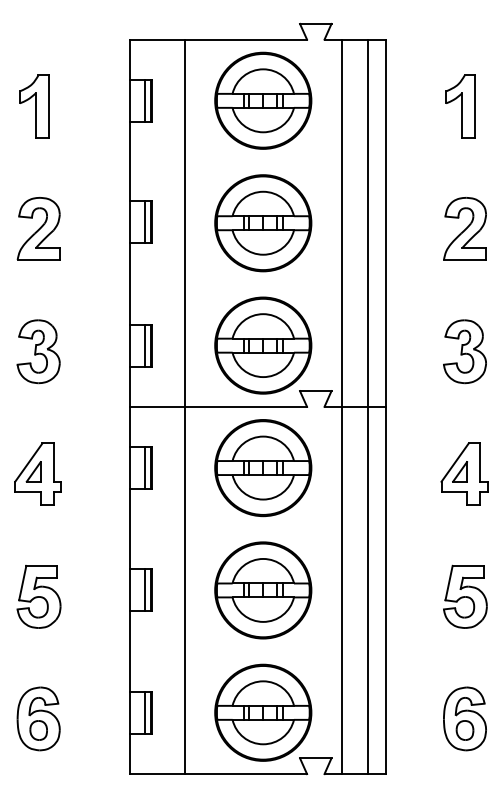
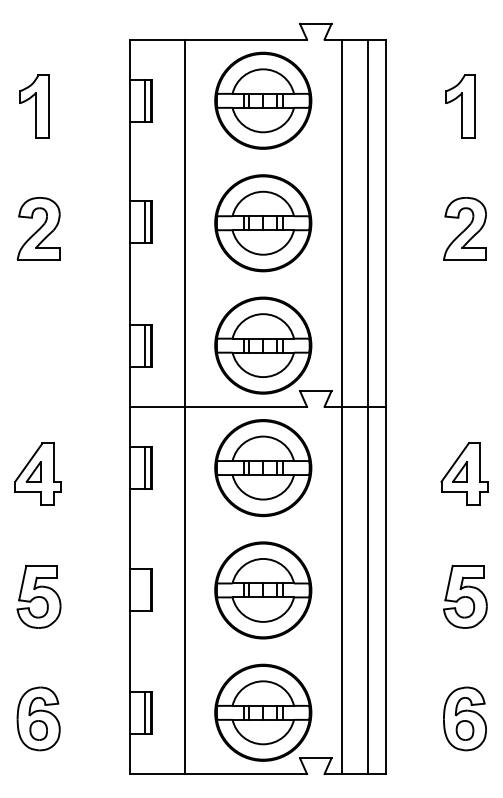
part at (38, 351): present -> none
part at (464, 351): present -> none
line at (145, 589): present -> none
